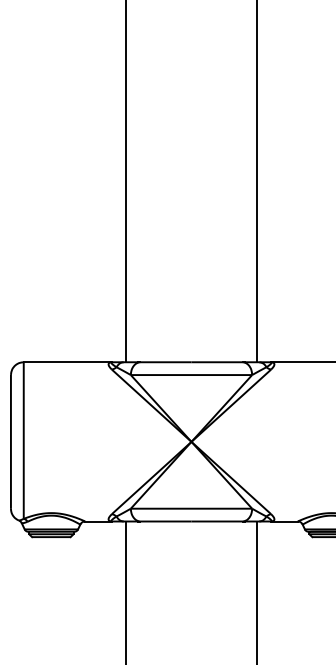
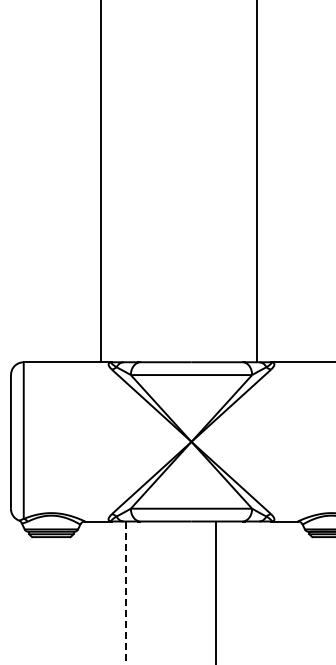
line at (126, 182) position: (126, 182) -> (101, 182)
line at (256, 591) position: (256, 591) -> (215, 591)
line at (126, 593): solid -> dashed
